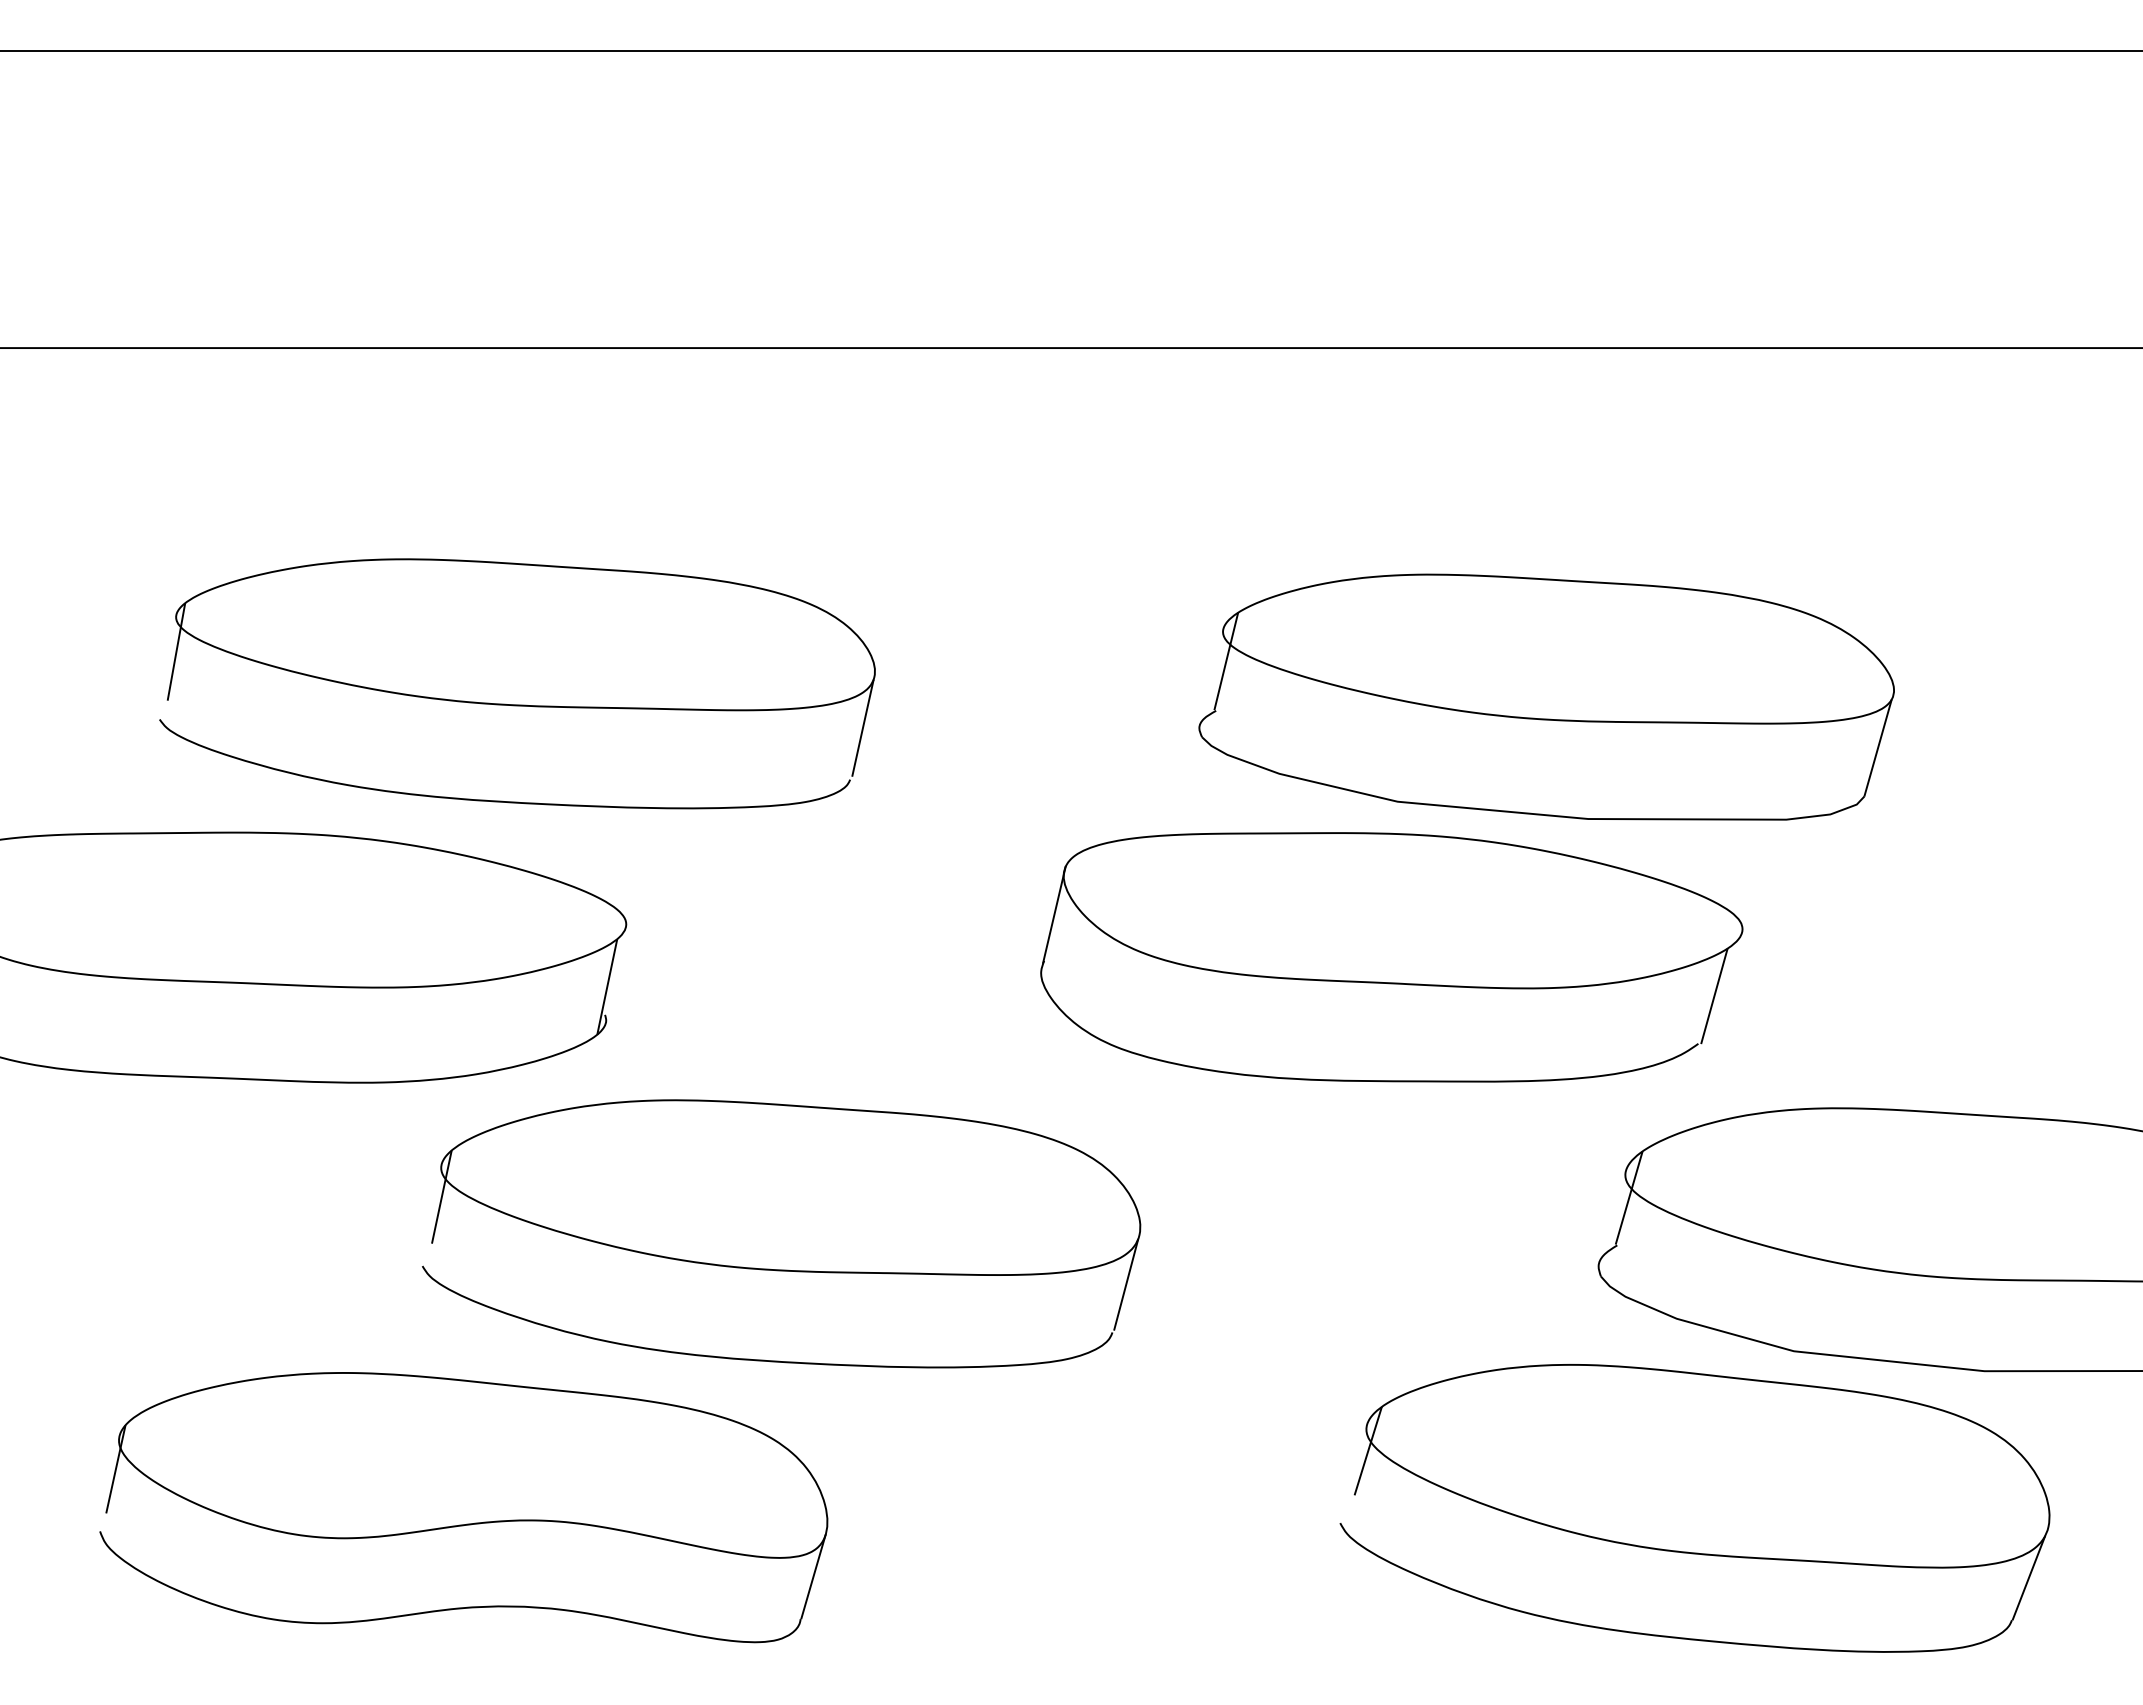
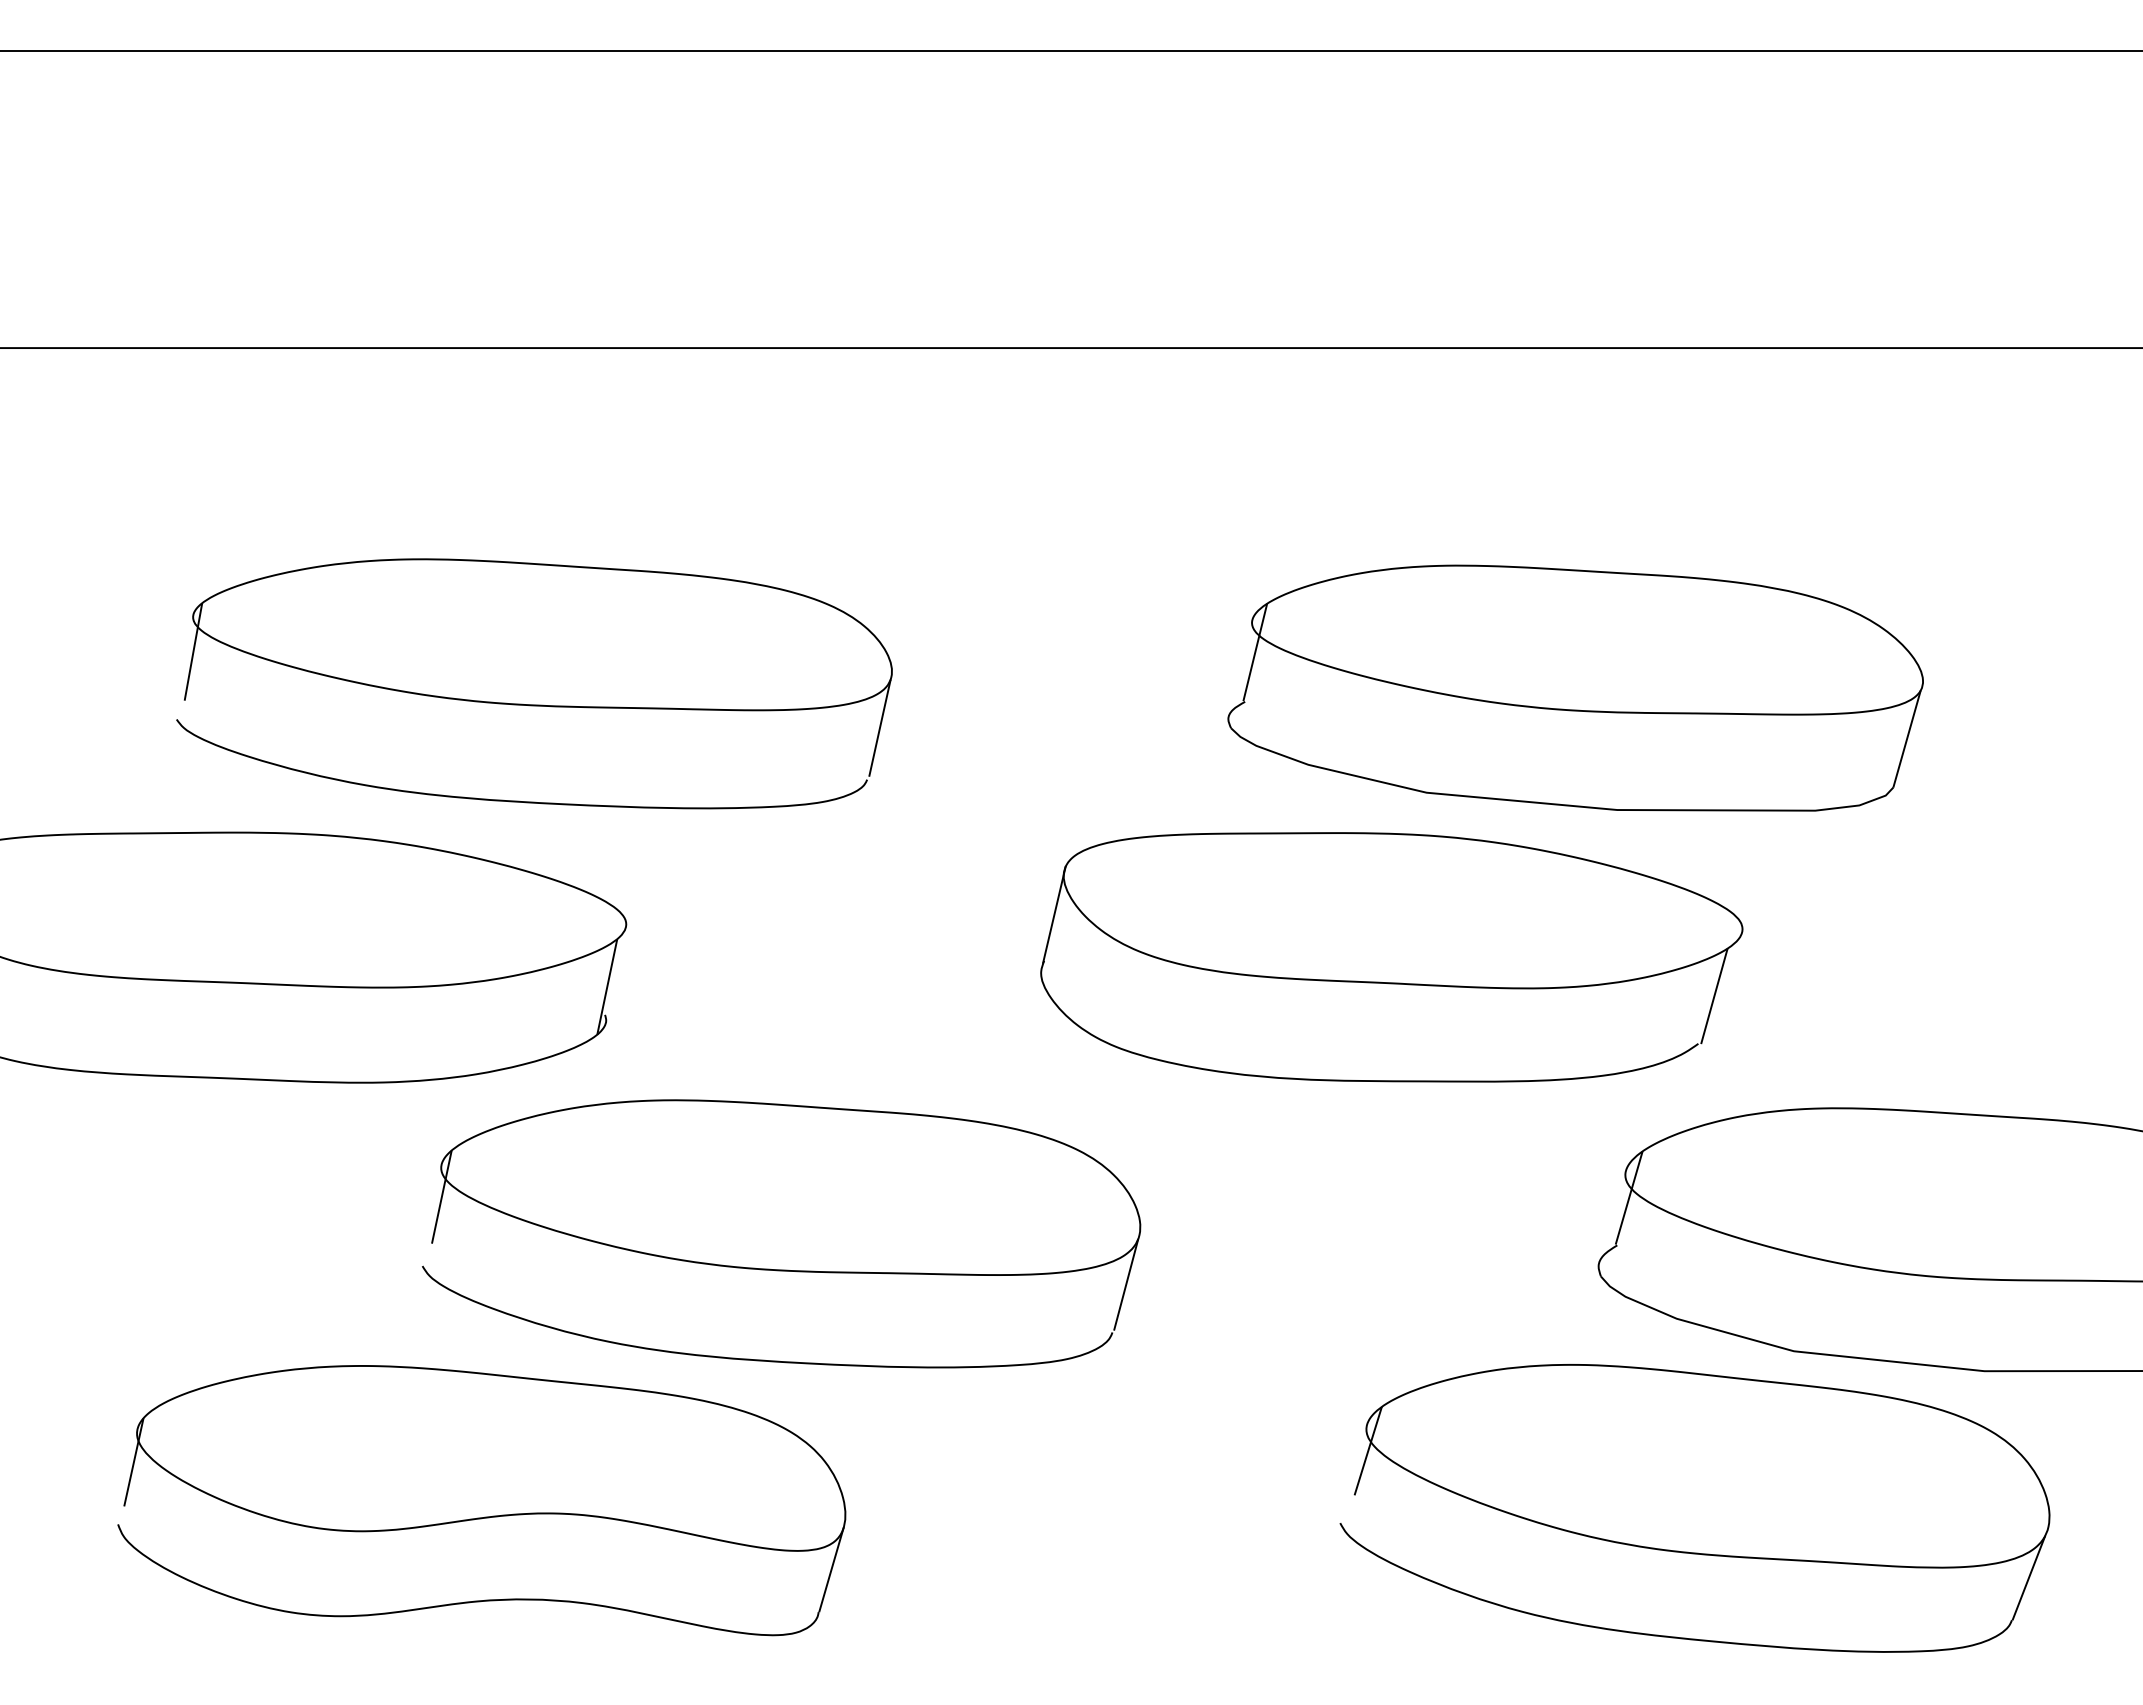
part at (517, 683) position: (517, 683) -> (534, 683)
part at (1546, 696) position: (1546, 696) -> (1575, 687)
part at (463, 1507) position: (463, 1507) -> (481, 1500)
